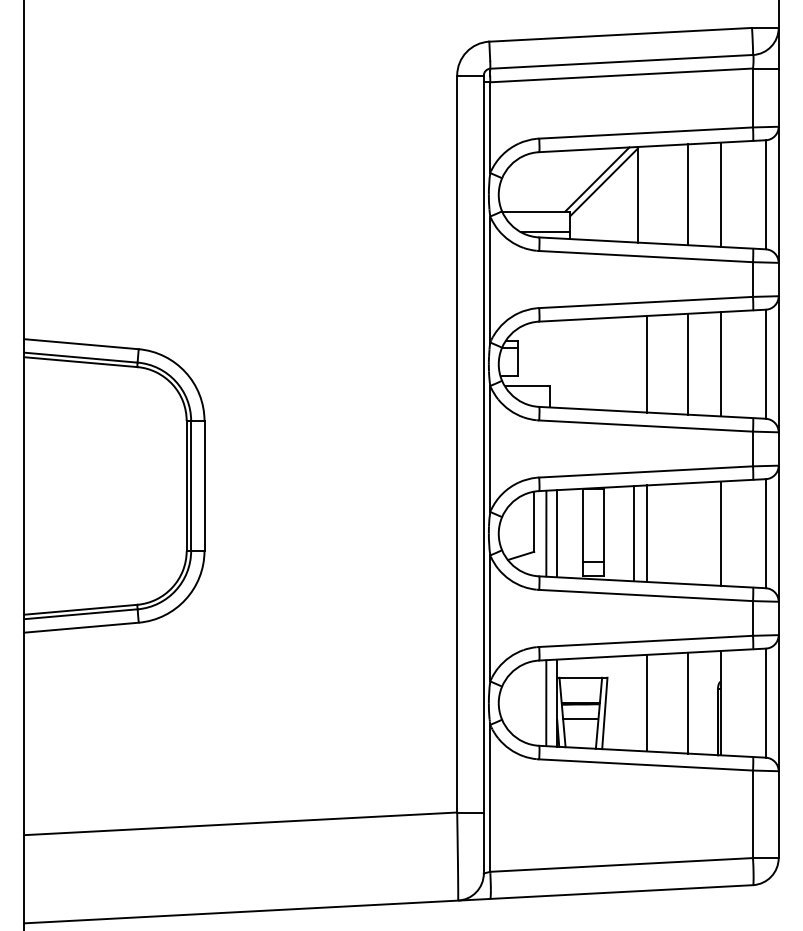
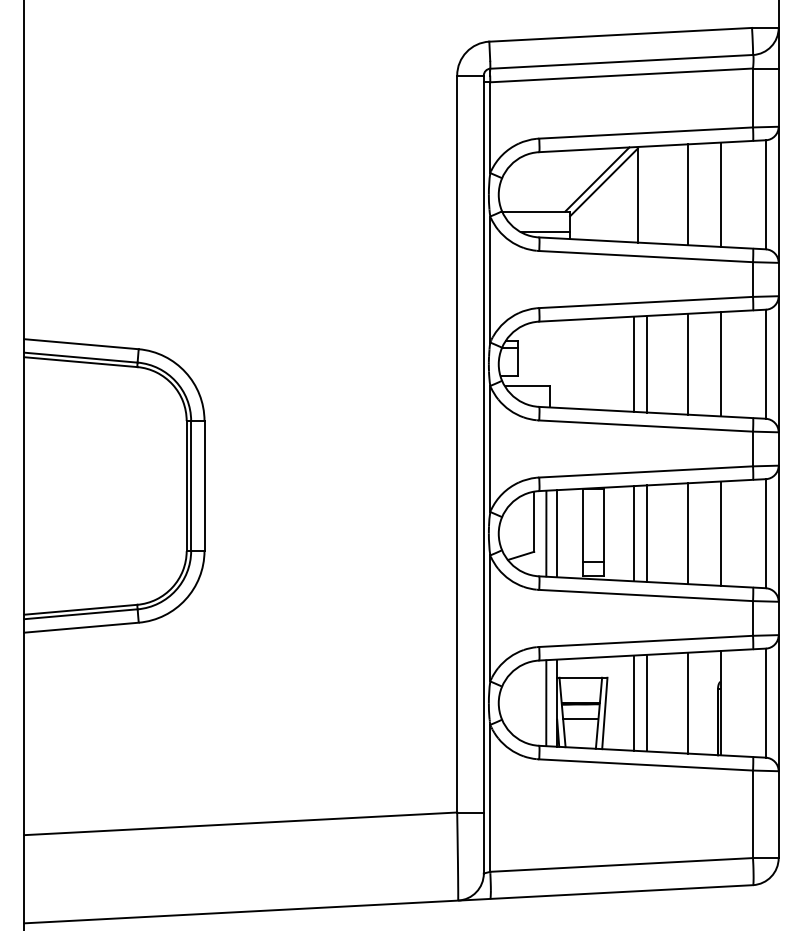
line at (633, 363): none -> present
line at (687, 533): none -> present
line at (633, 702): none -> present
